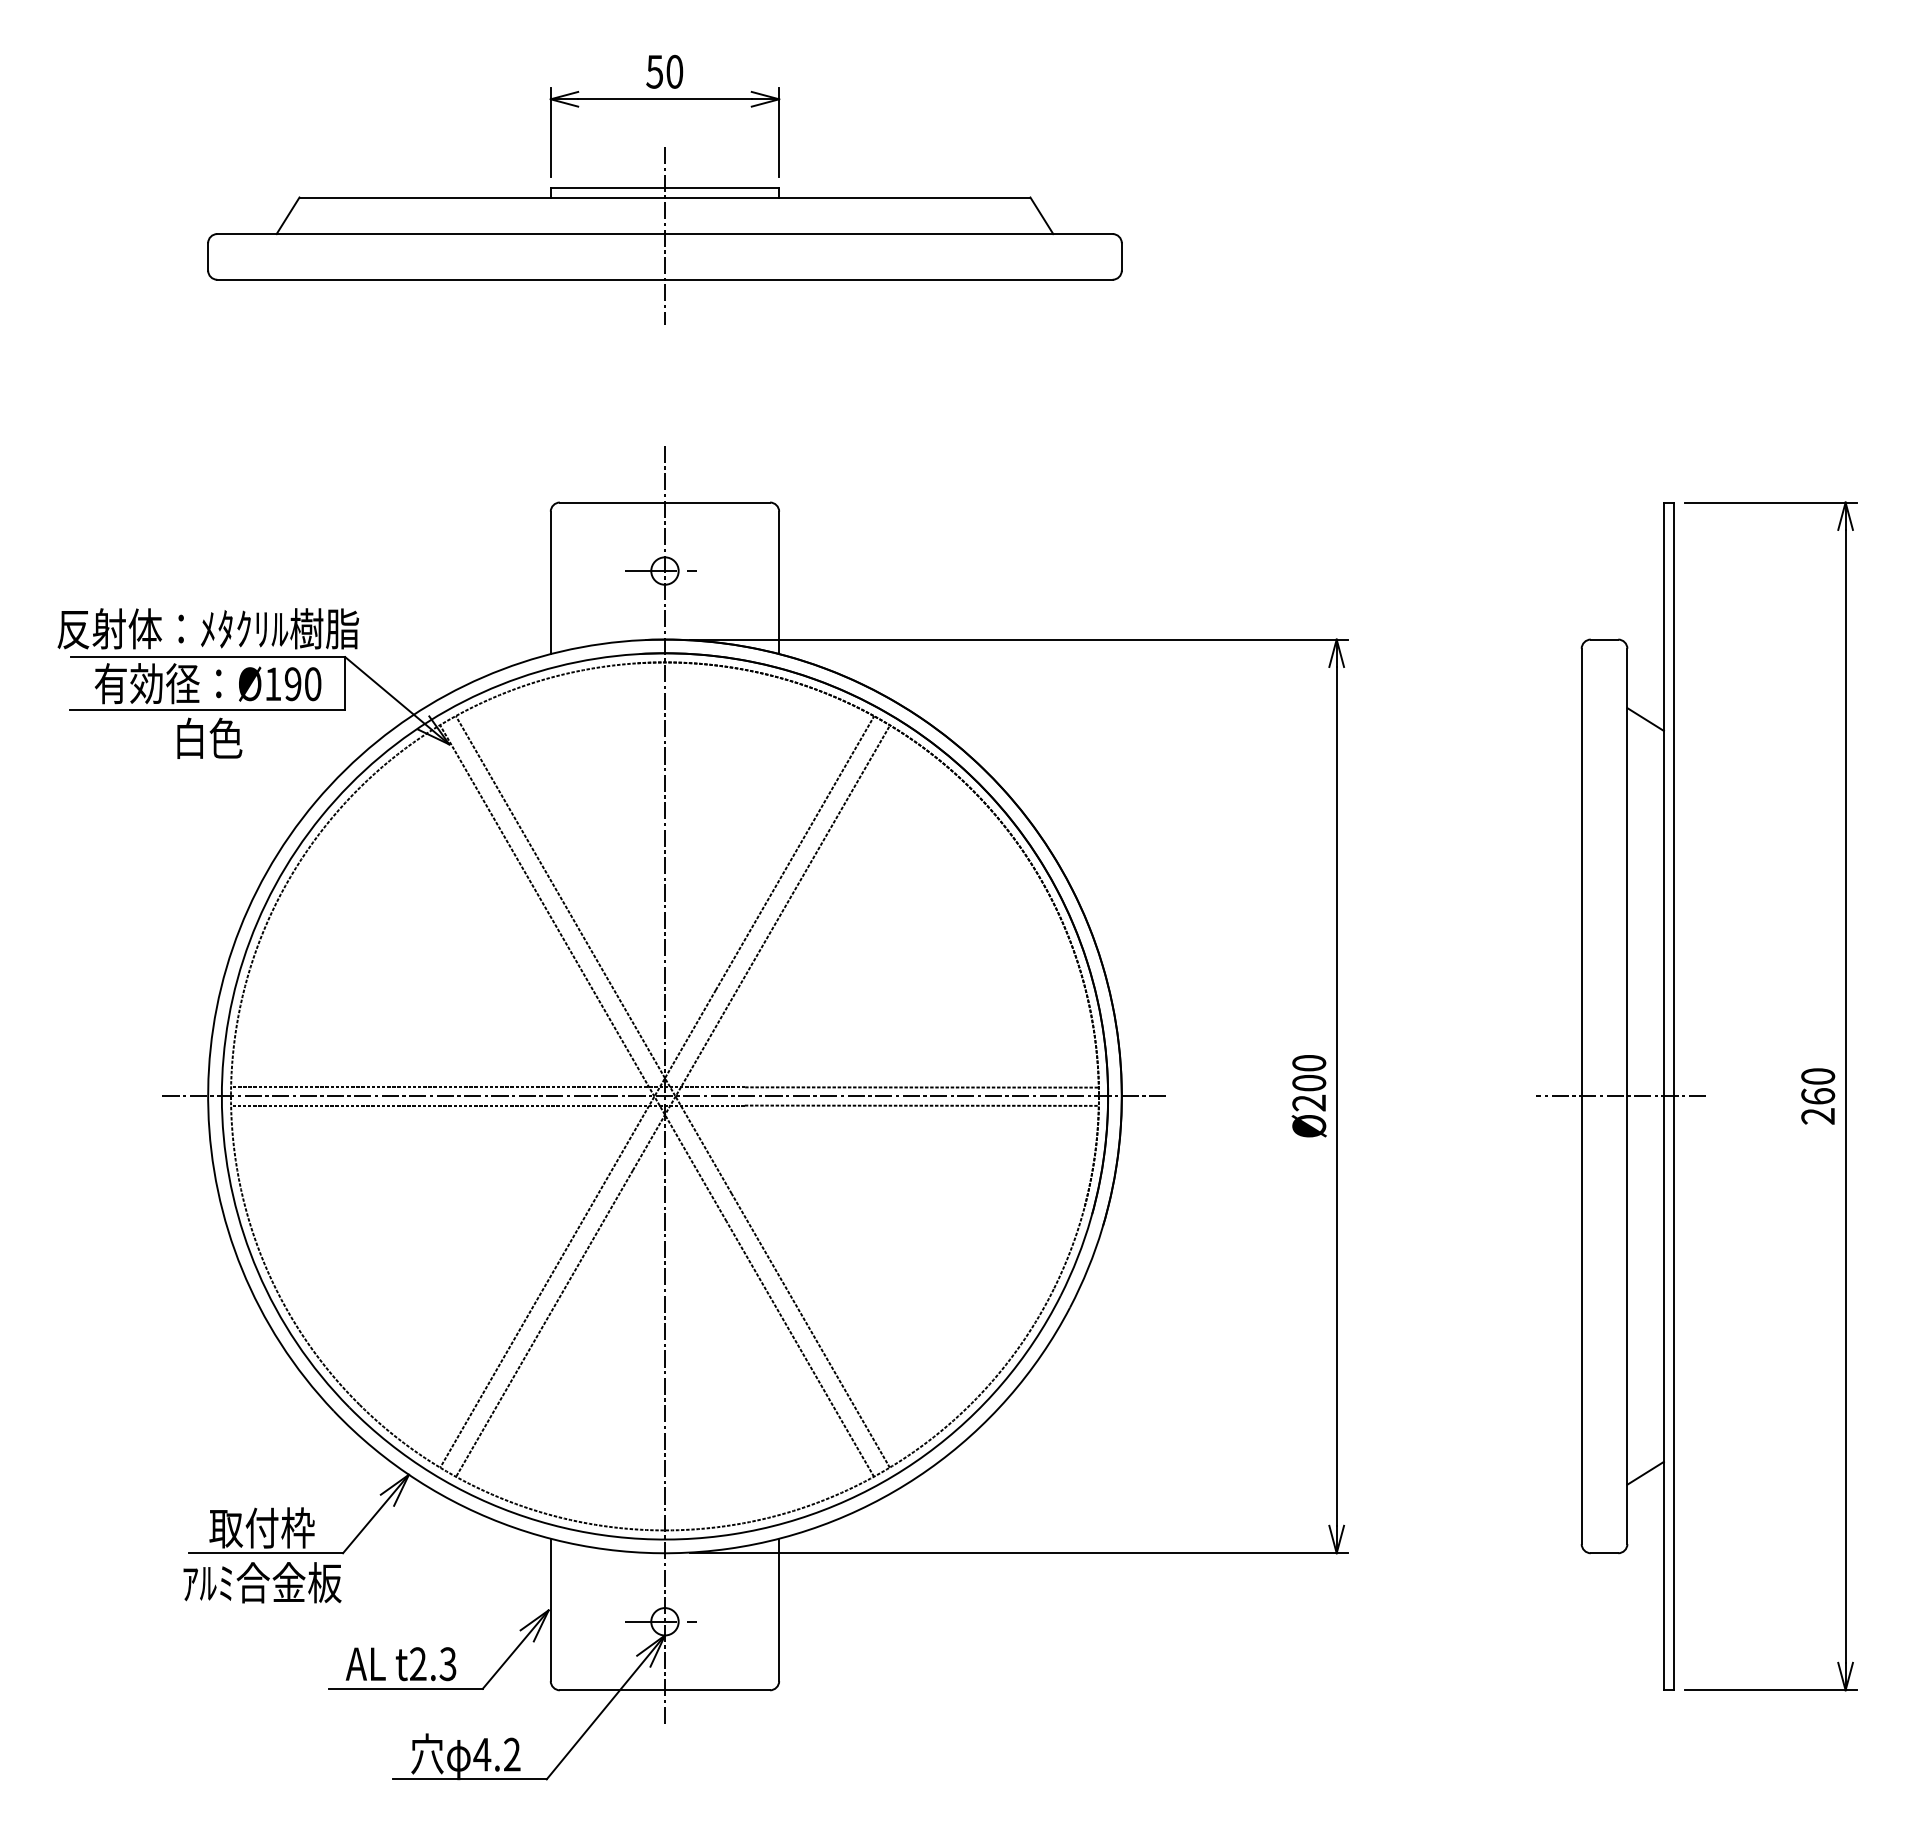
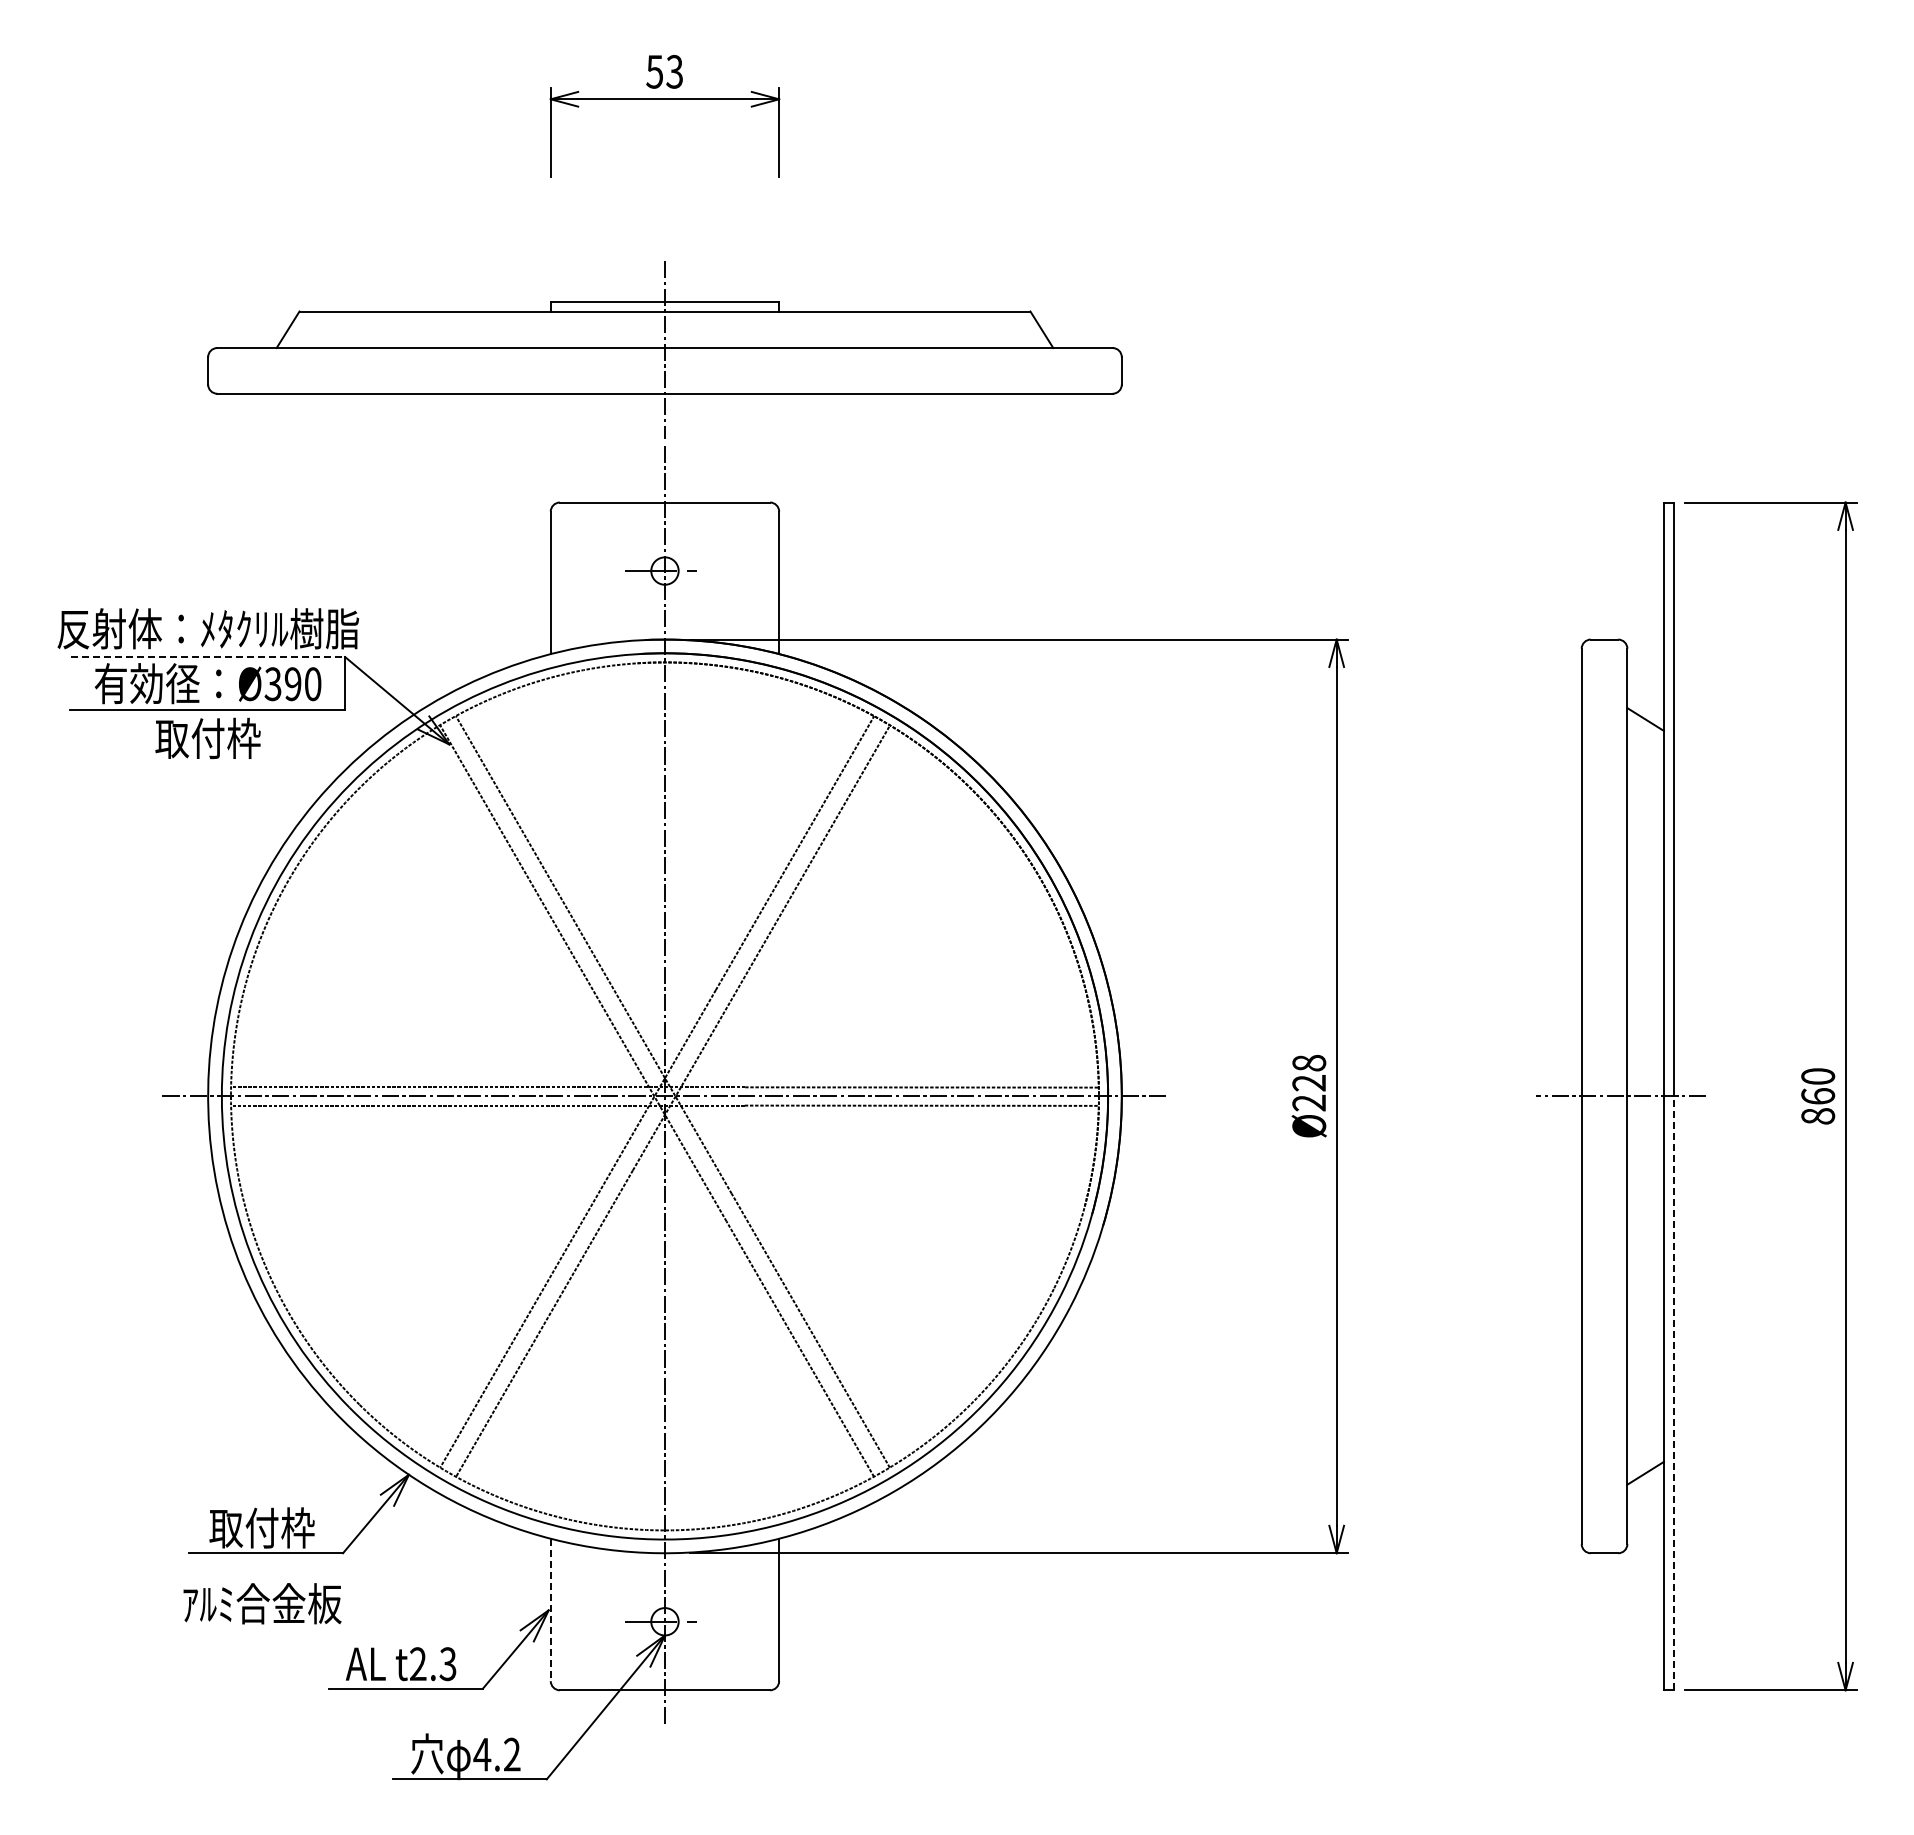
text at (674, 71): 50 -> 53
part at (664, 235) position: (664, 235) -> (664, 349)
line at (208, 657): solid -> dashed
text at (272, 684): Ø190 -> Ø390
text at (207, 738): 白色 -> 取付枠
text at (1309, 1072): Ø200 -> Ø228
text at (1818, 1116): 260 -> 860
line at (1674, 1393): solid -> dashed
text at (262, 1582) position: (262, 1582) -> (262, 1603)
line at (550, 1610): solid -> dashed
